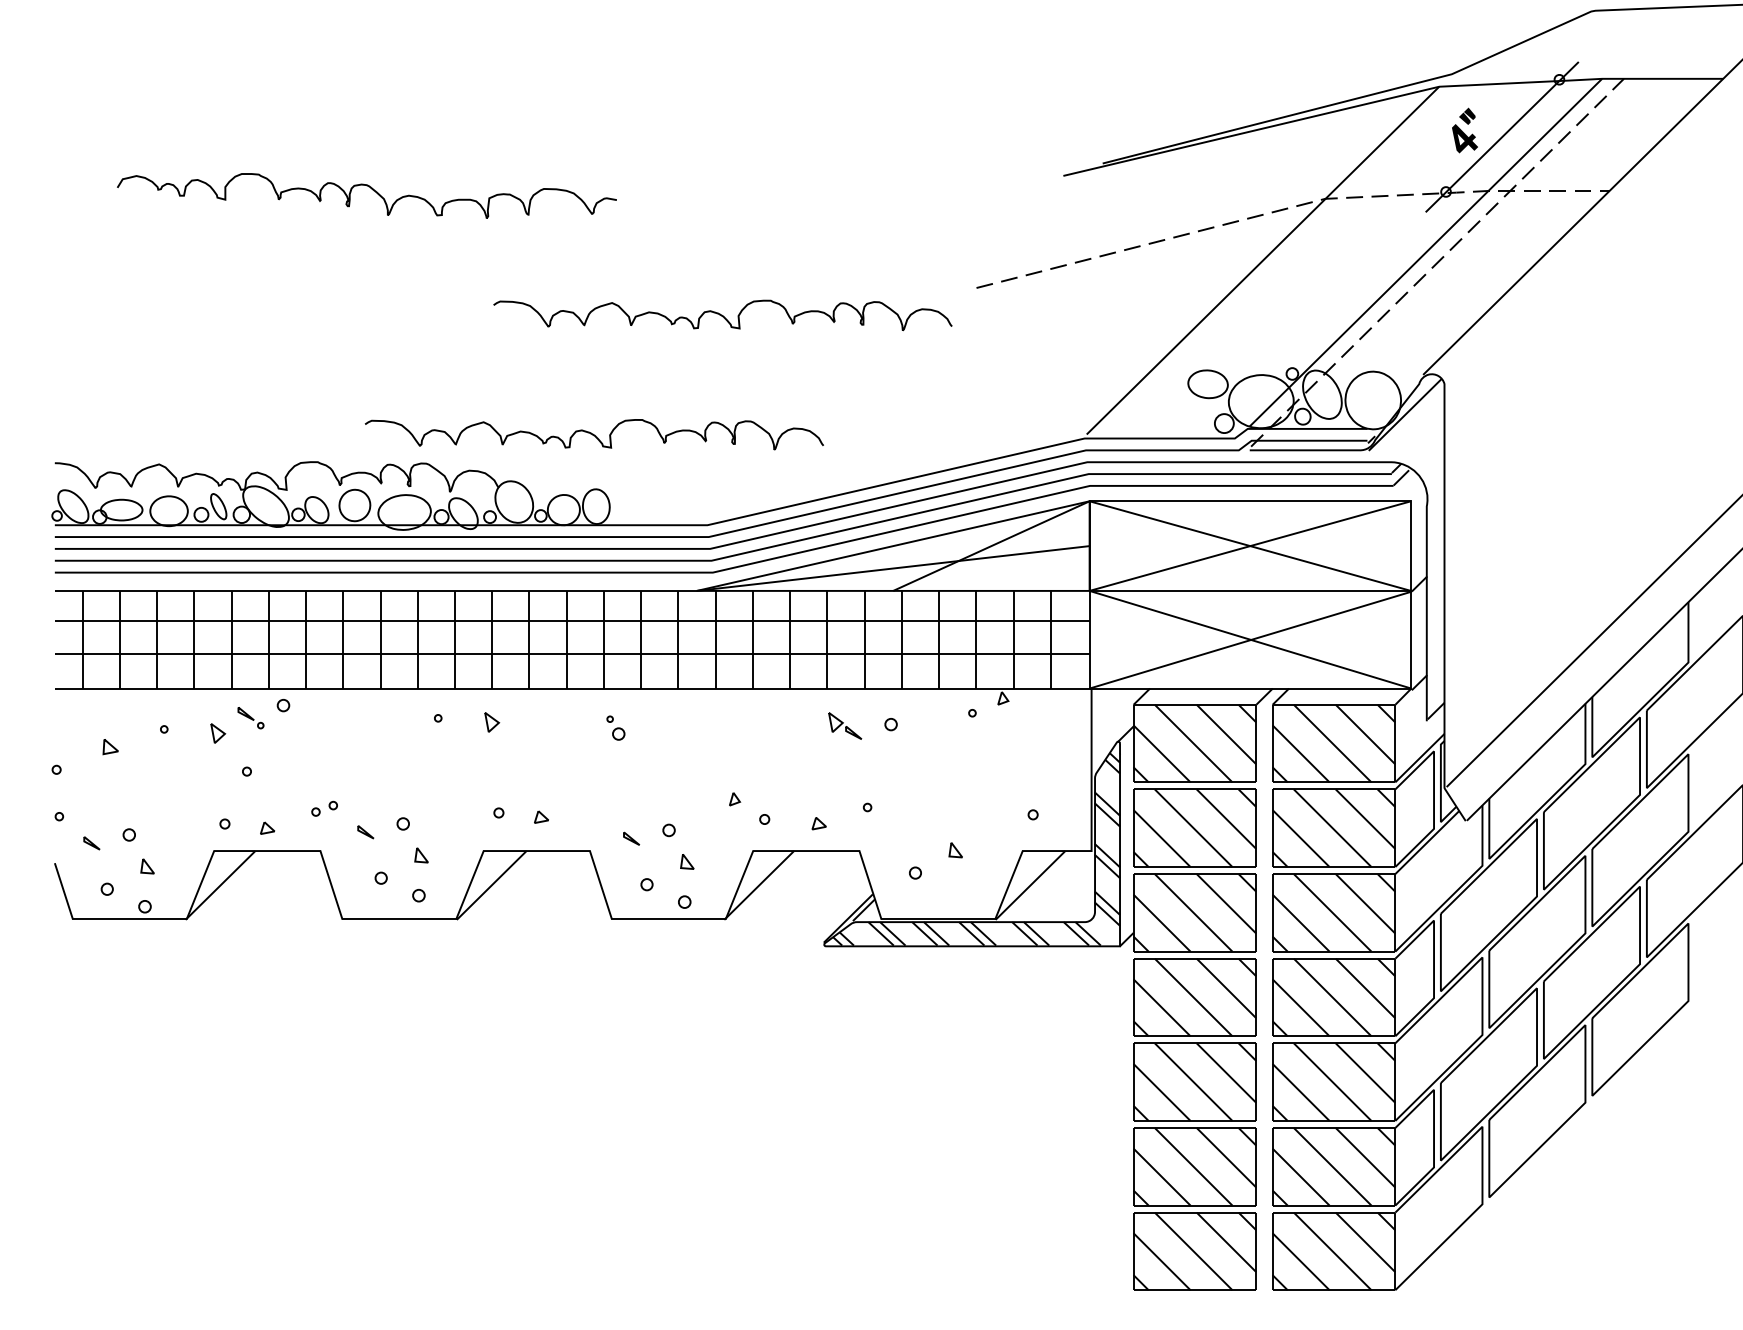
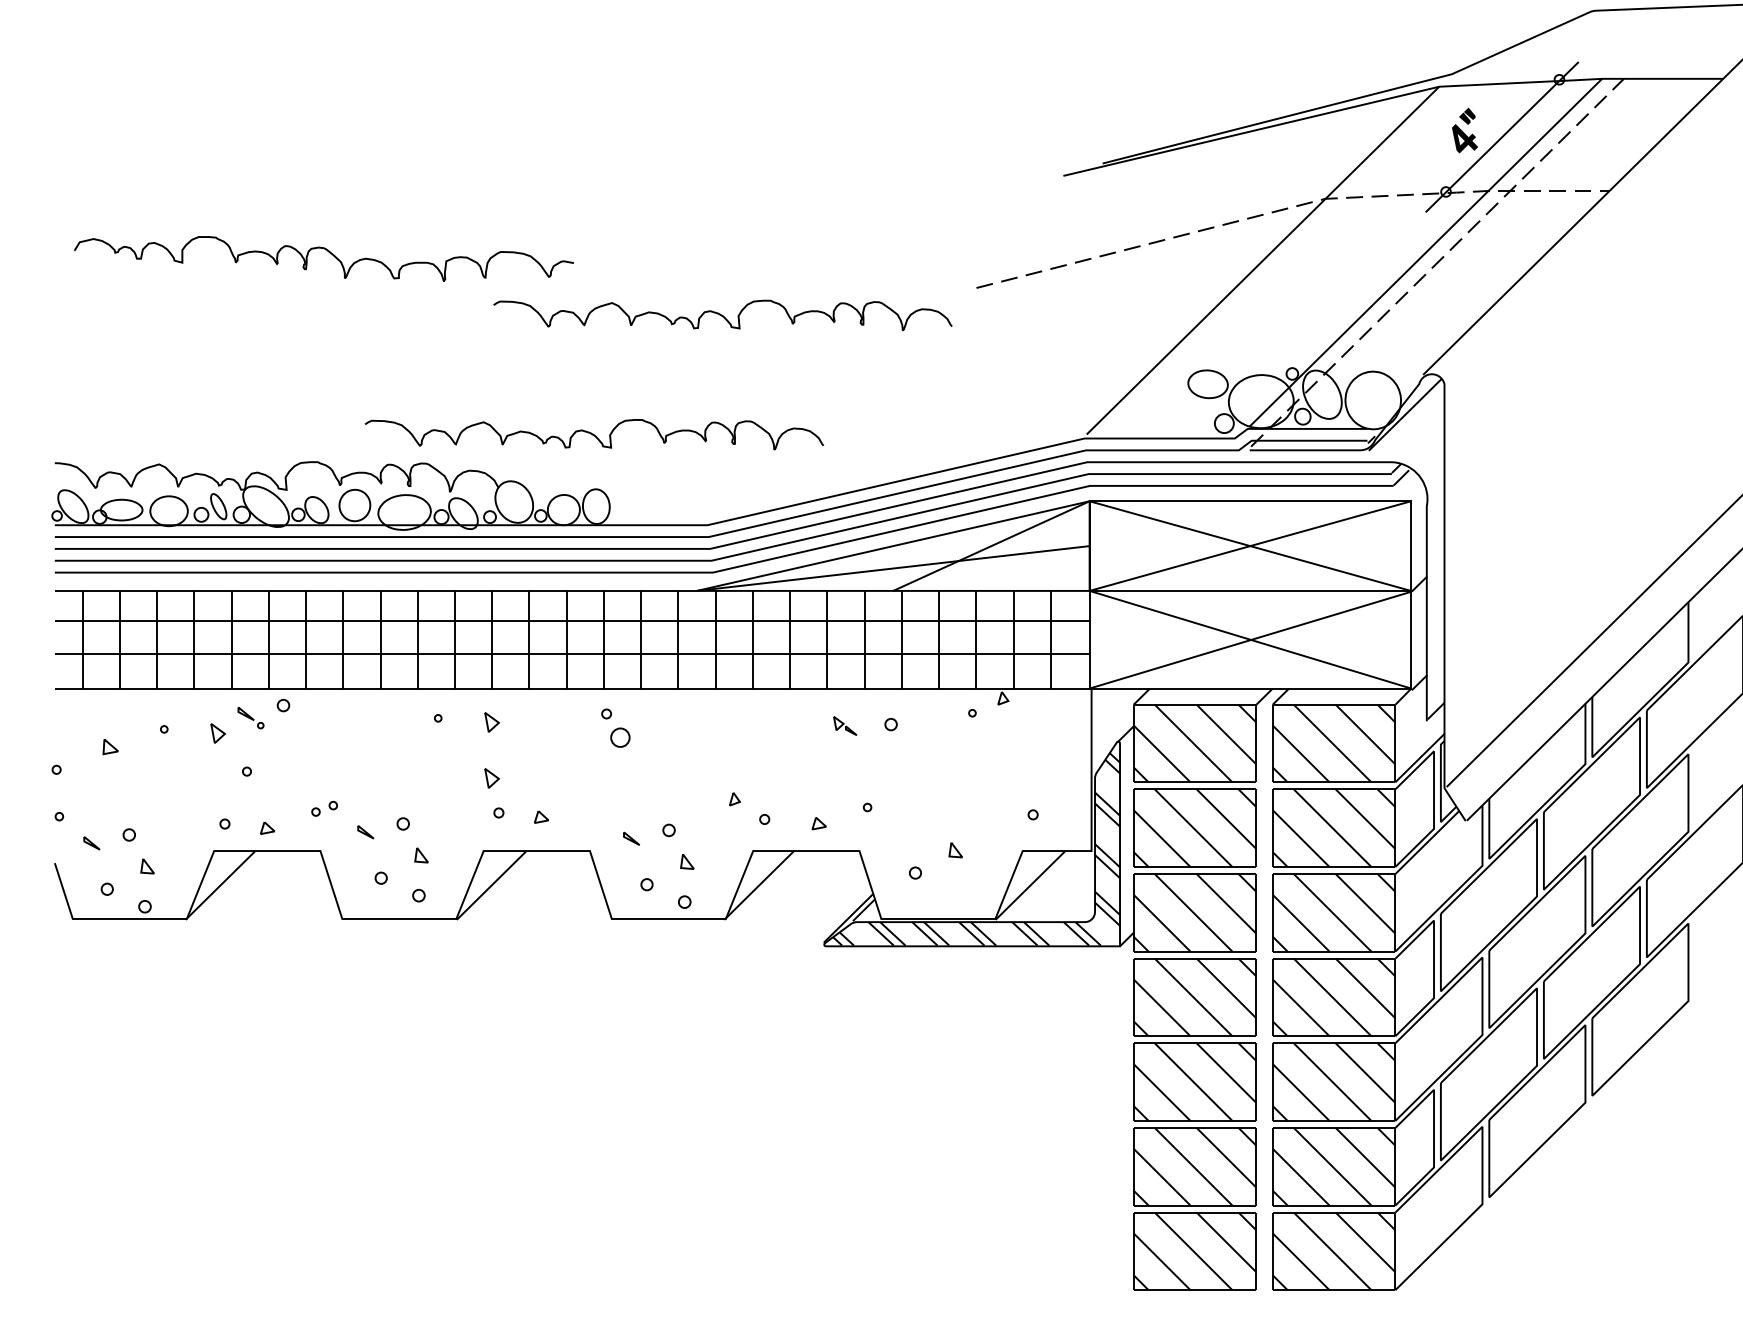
part at (371, 189) position: (371, 189) -> (328, 252)
part at (845, 725) size: 35x28 px -> 25x20 px
part at (615, 727) size: 20x26 px -> 30x40 px
part at (492, 778): none -> present
